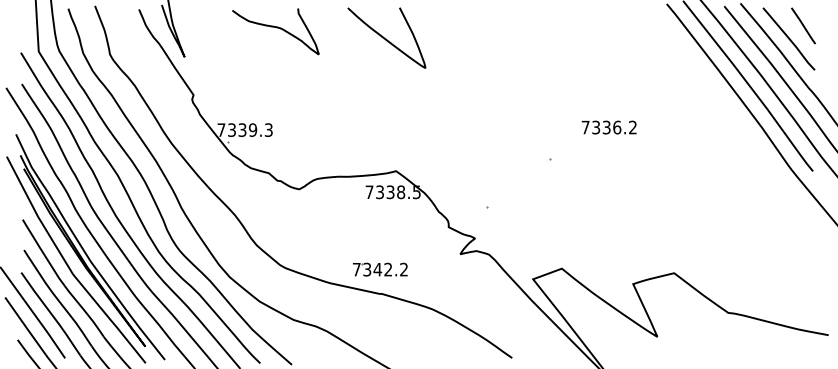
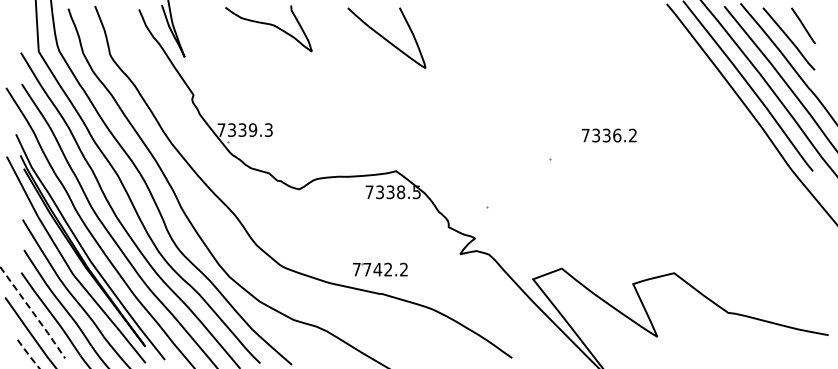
curve at (276, 28) position: (276, 28) -> (269, 25)
text at (608, 127) position: (608, 127) -> (608, 135)
text at (367, 269): 7342.2 -> 7742.2
line at (34, 313): solid -> dashed
line at (29, 355): solid -> dashed
